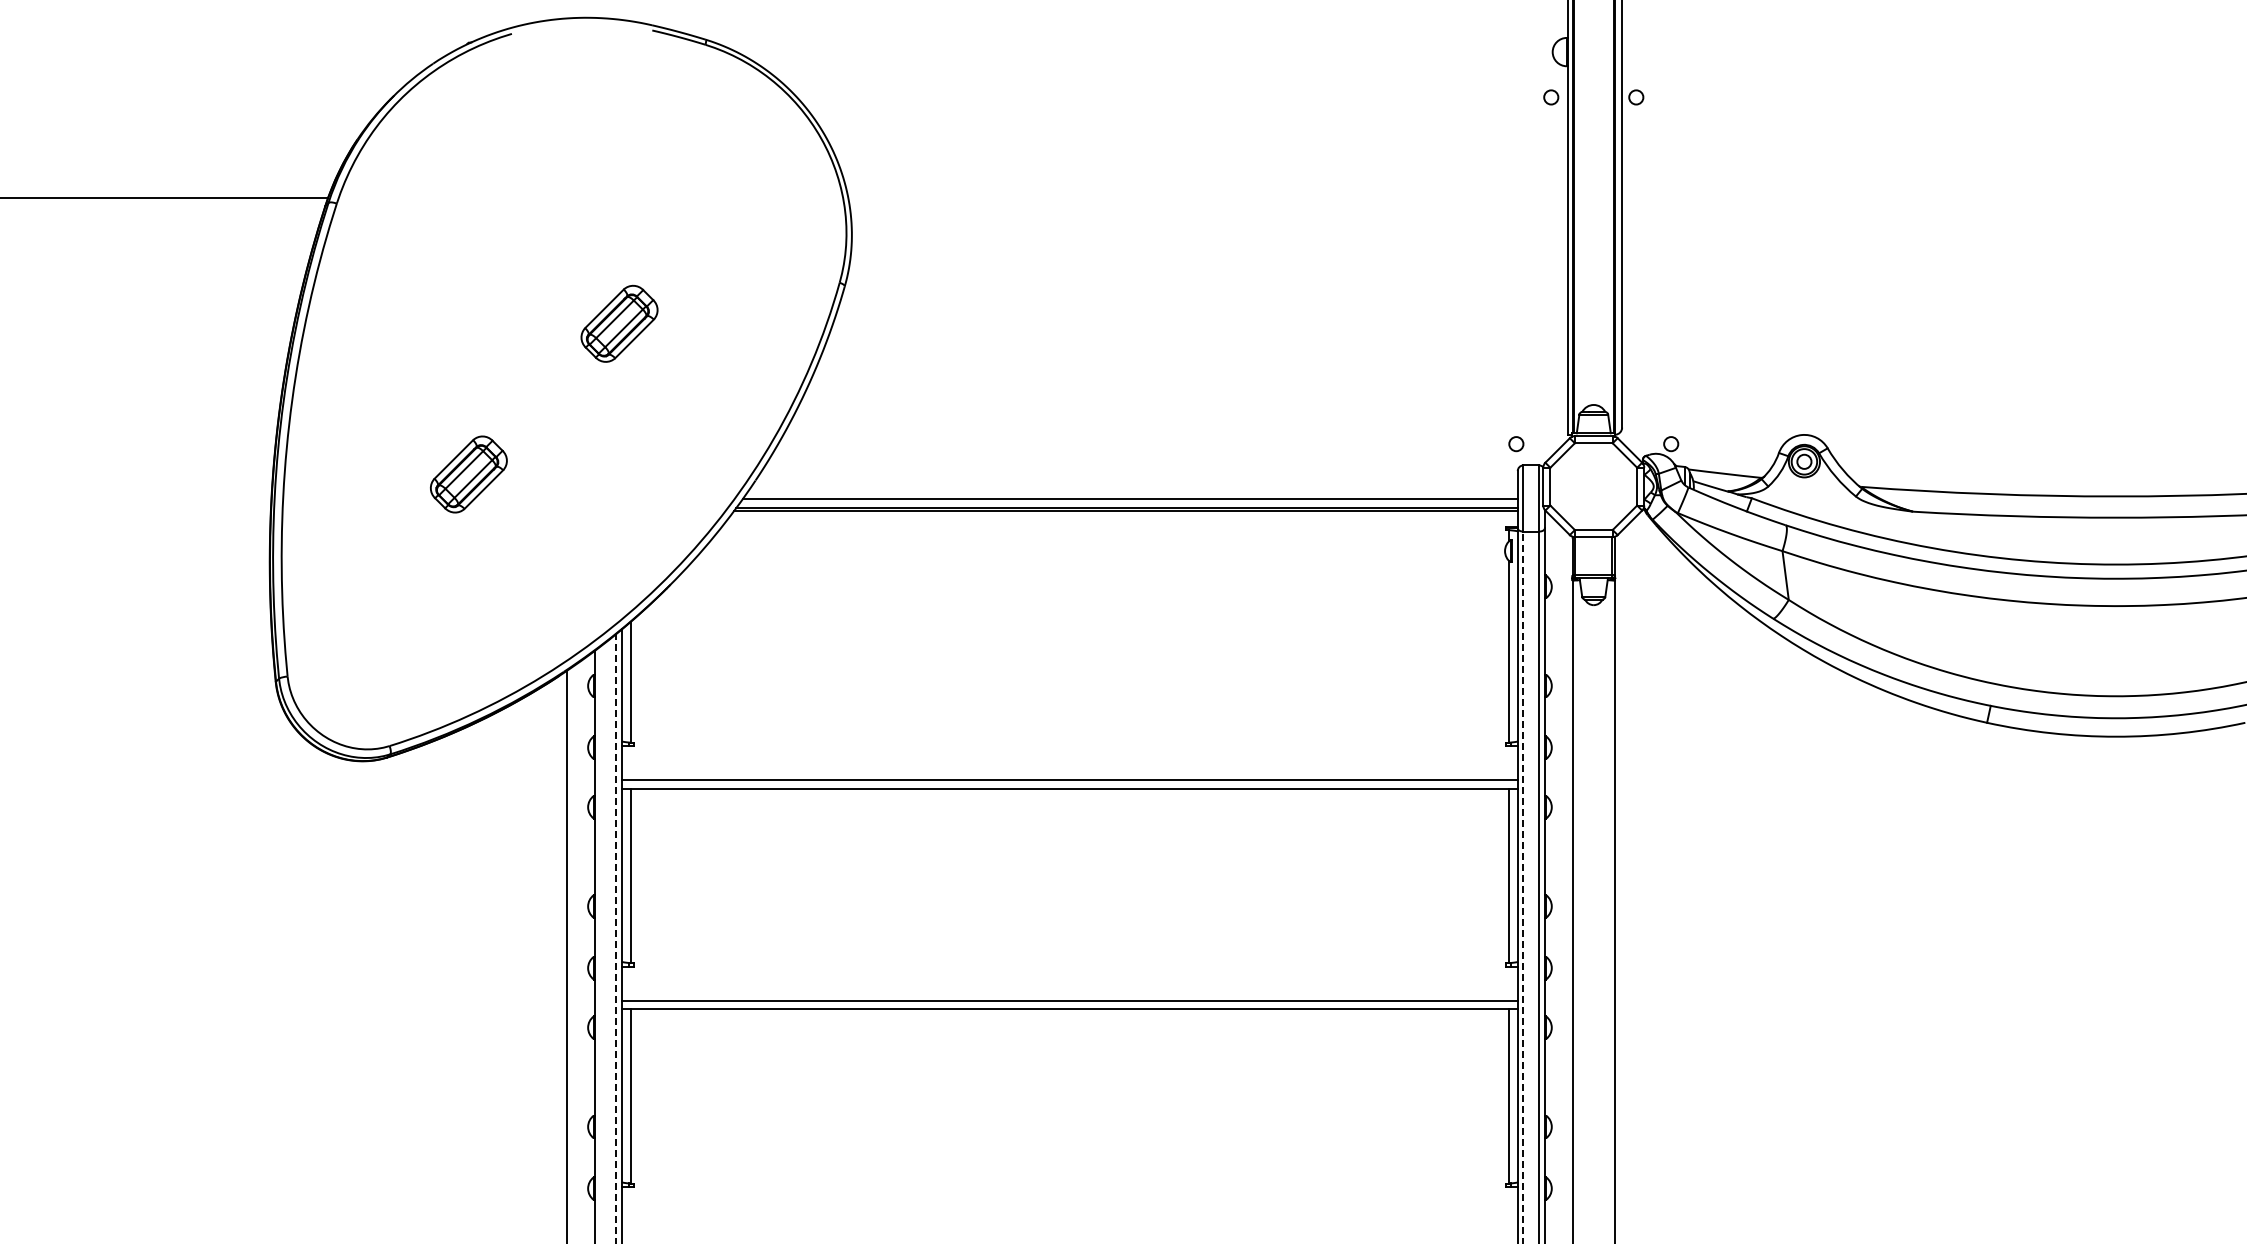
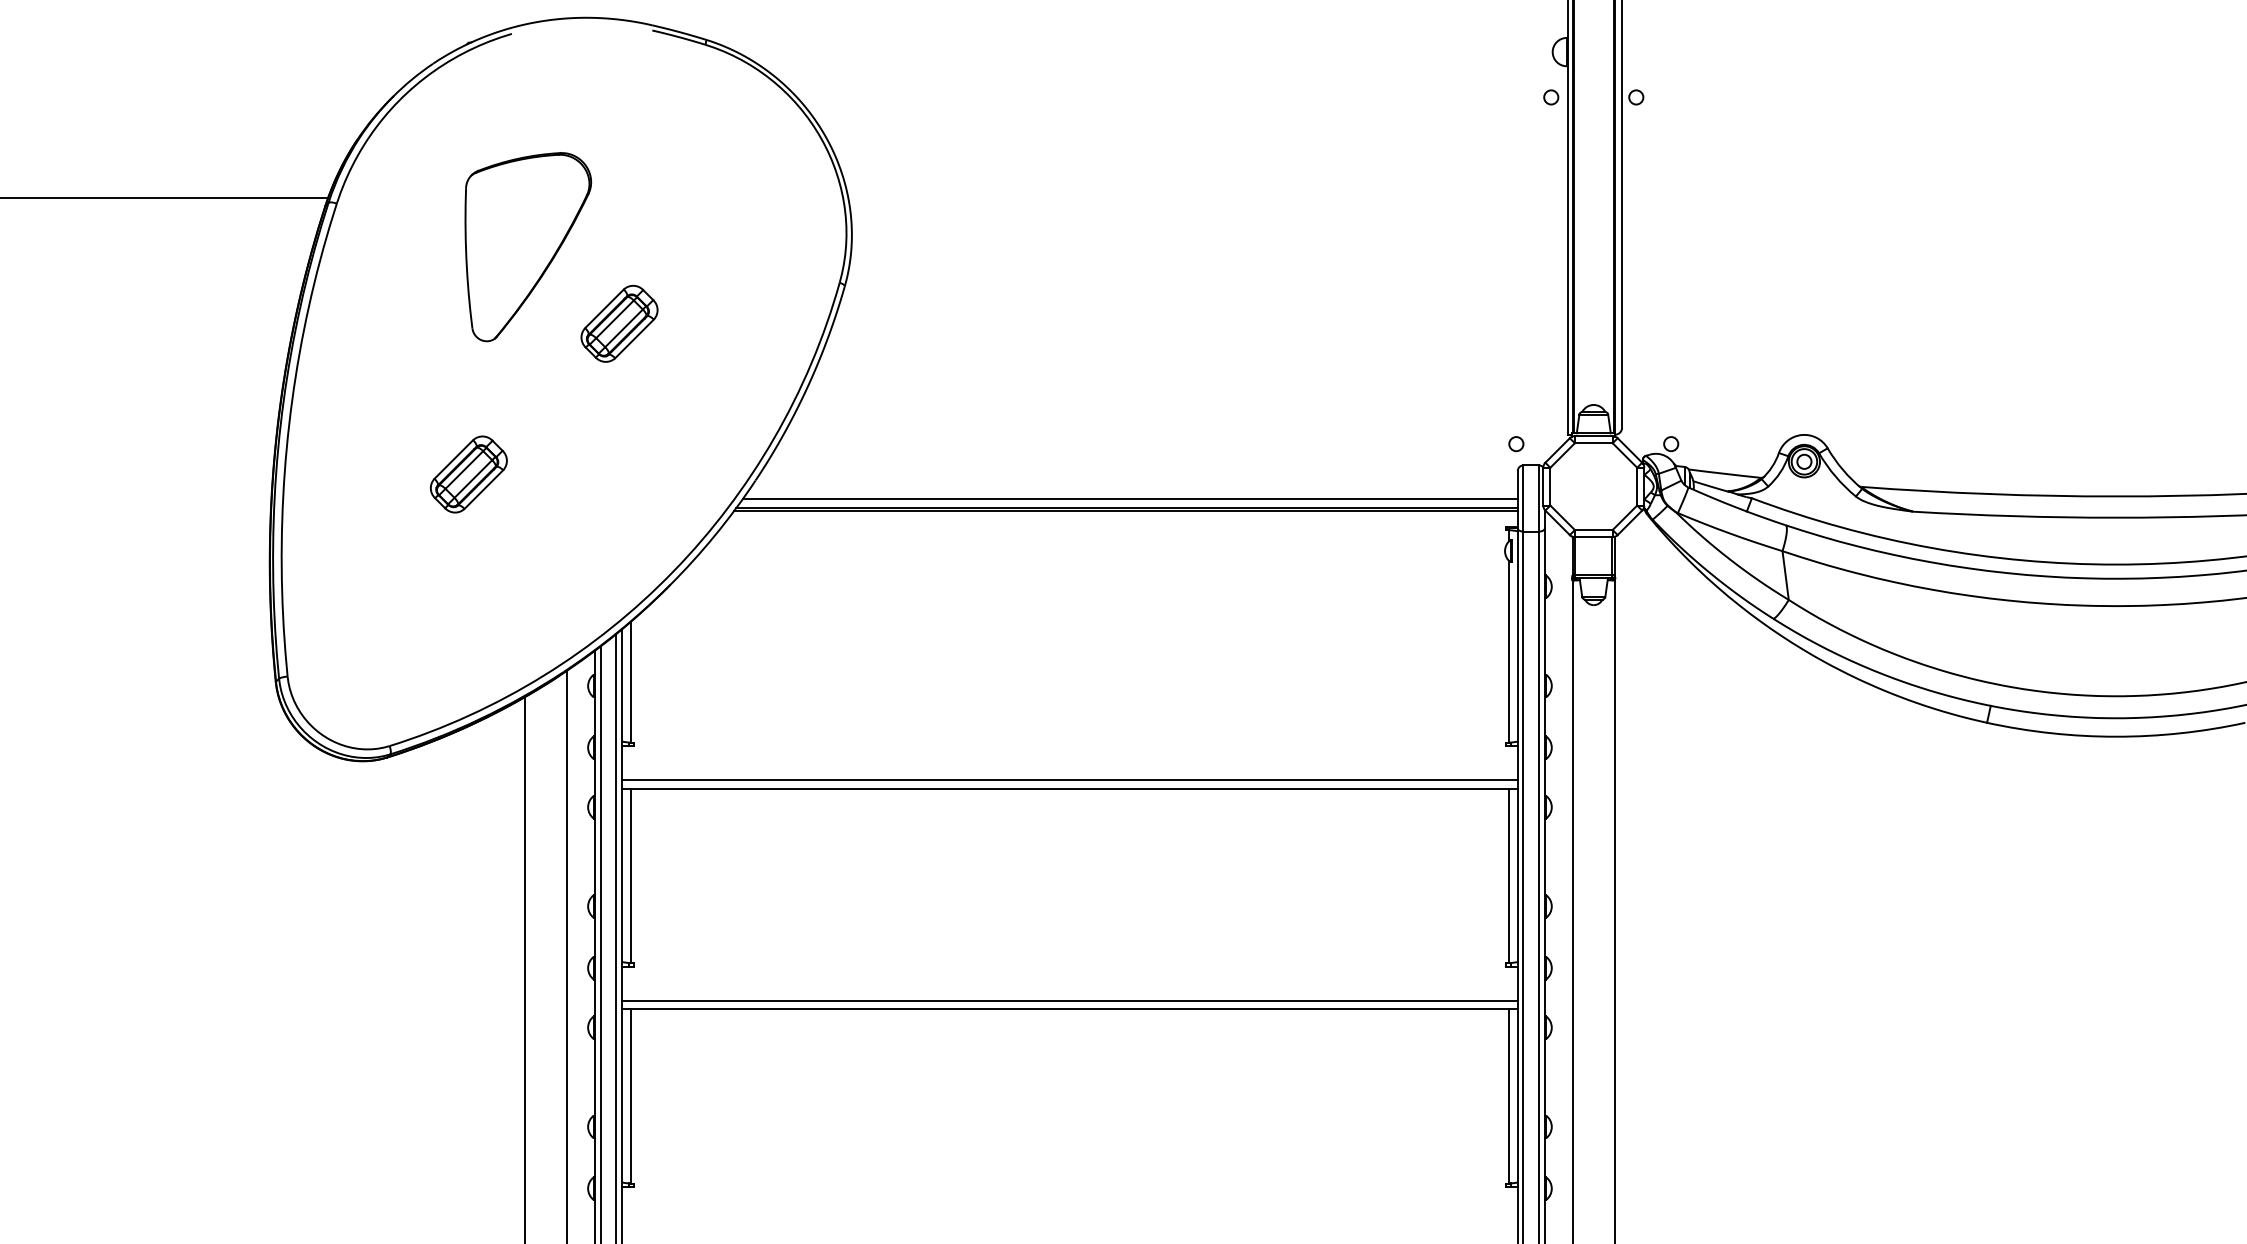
part at (528, 247): none -> present
line at (1523, 887): dashed -> solid
line at (616, 938): dashed -> solid
line at (600, 943): none -> present
line at (524, 968): none -> present
